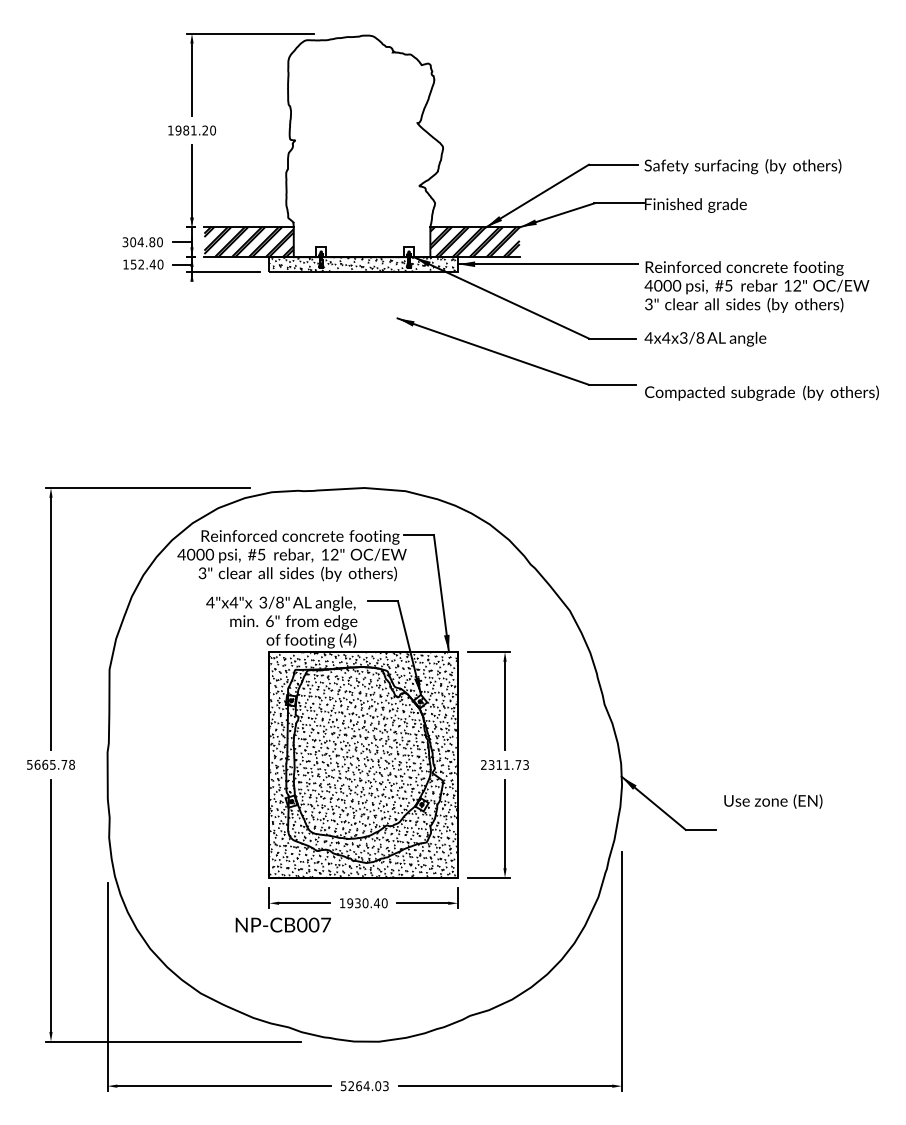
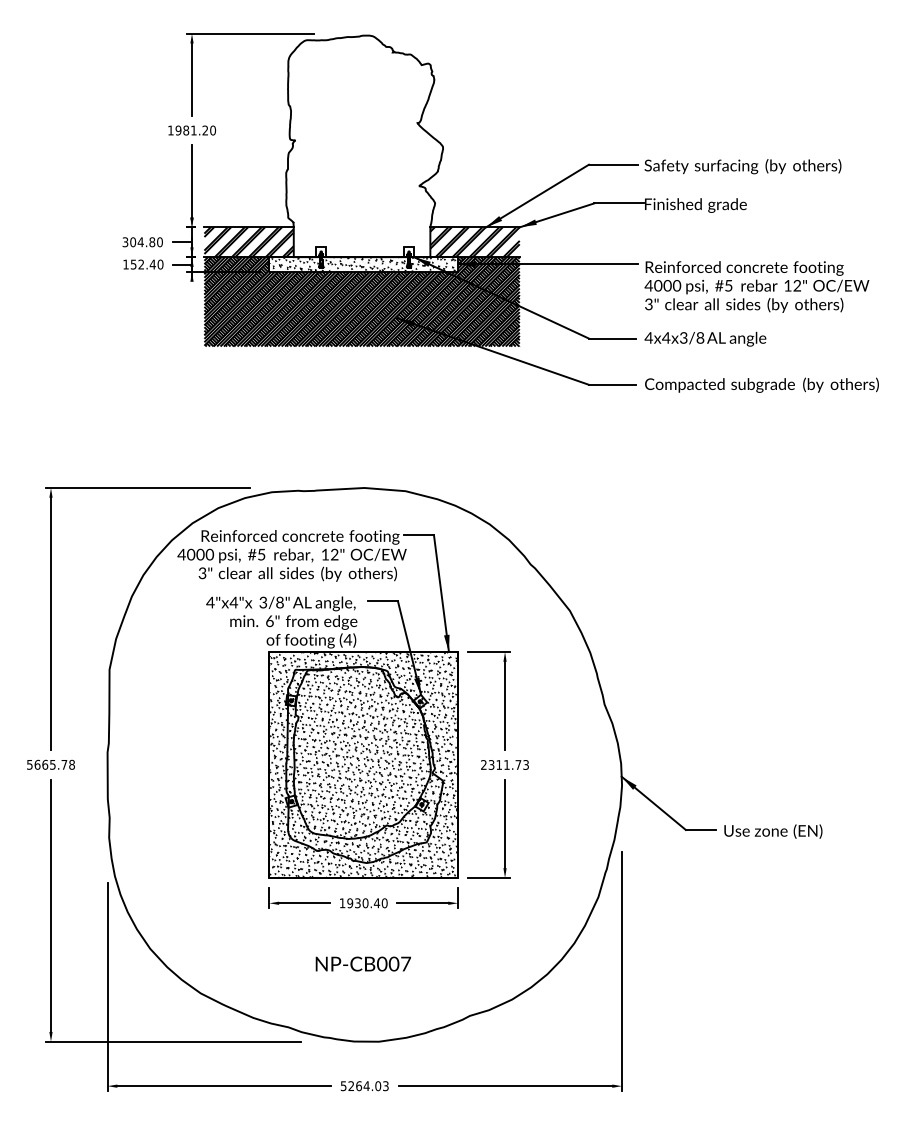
hatch at (361, 301): none -> present
text at (761, 392) position: (761, 392) -> (761, 384)
text at (773, 801) position: (773, 801) -> (773, 831)
text at (282, 924) position: (282, 924) -> (362, 963)
